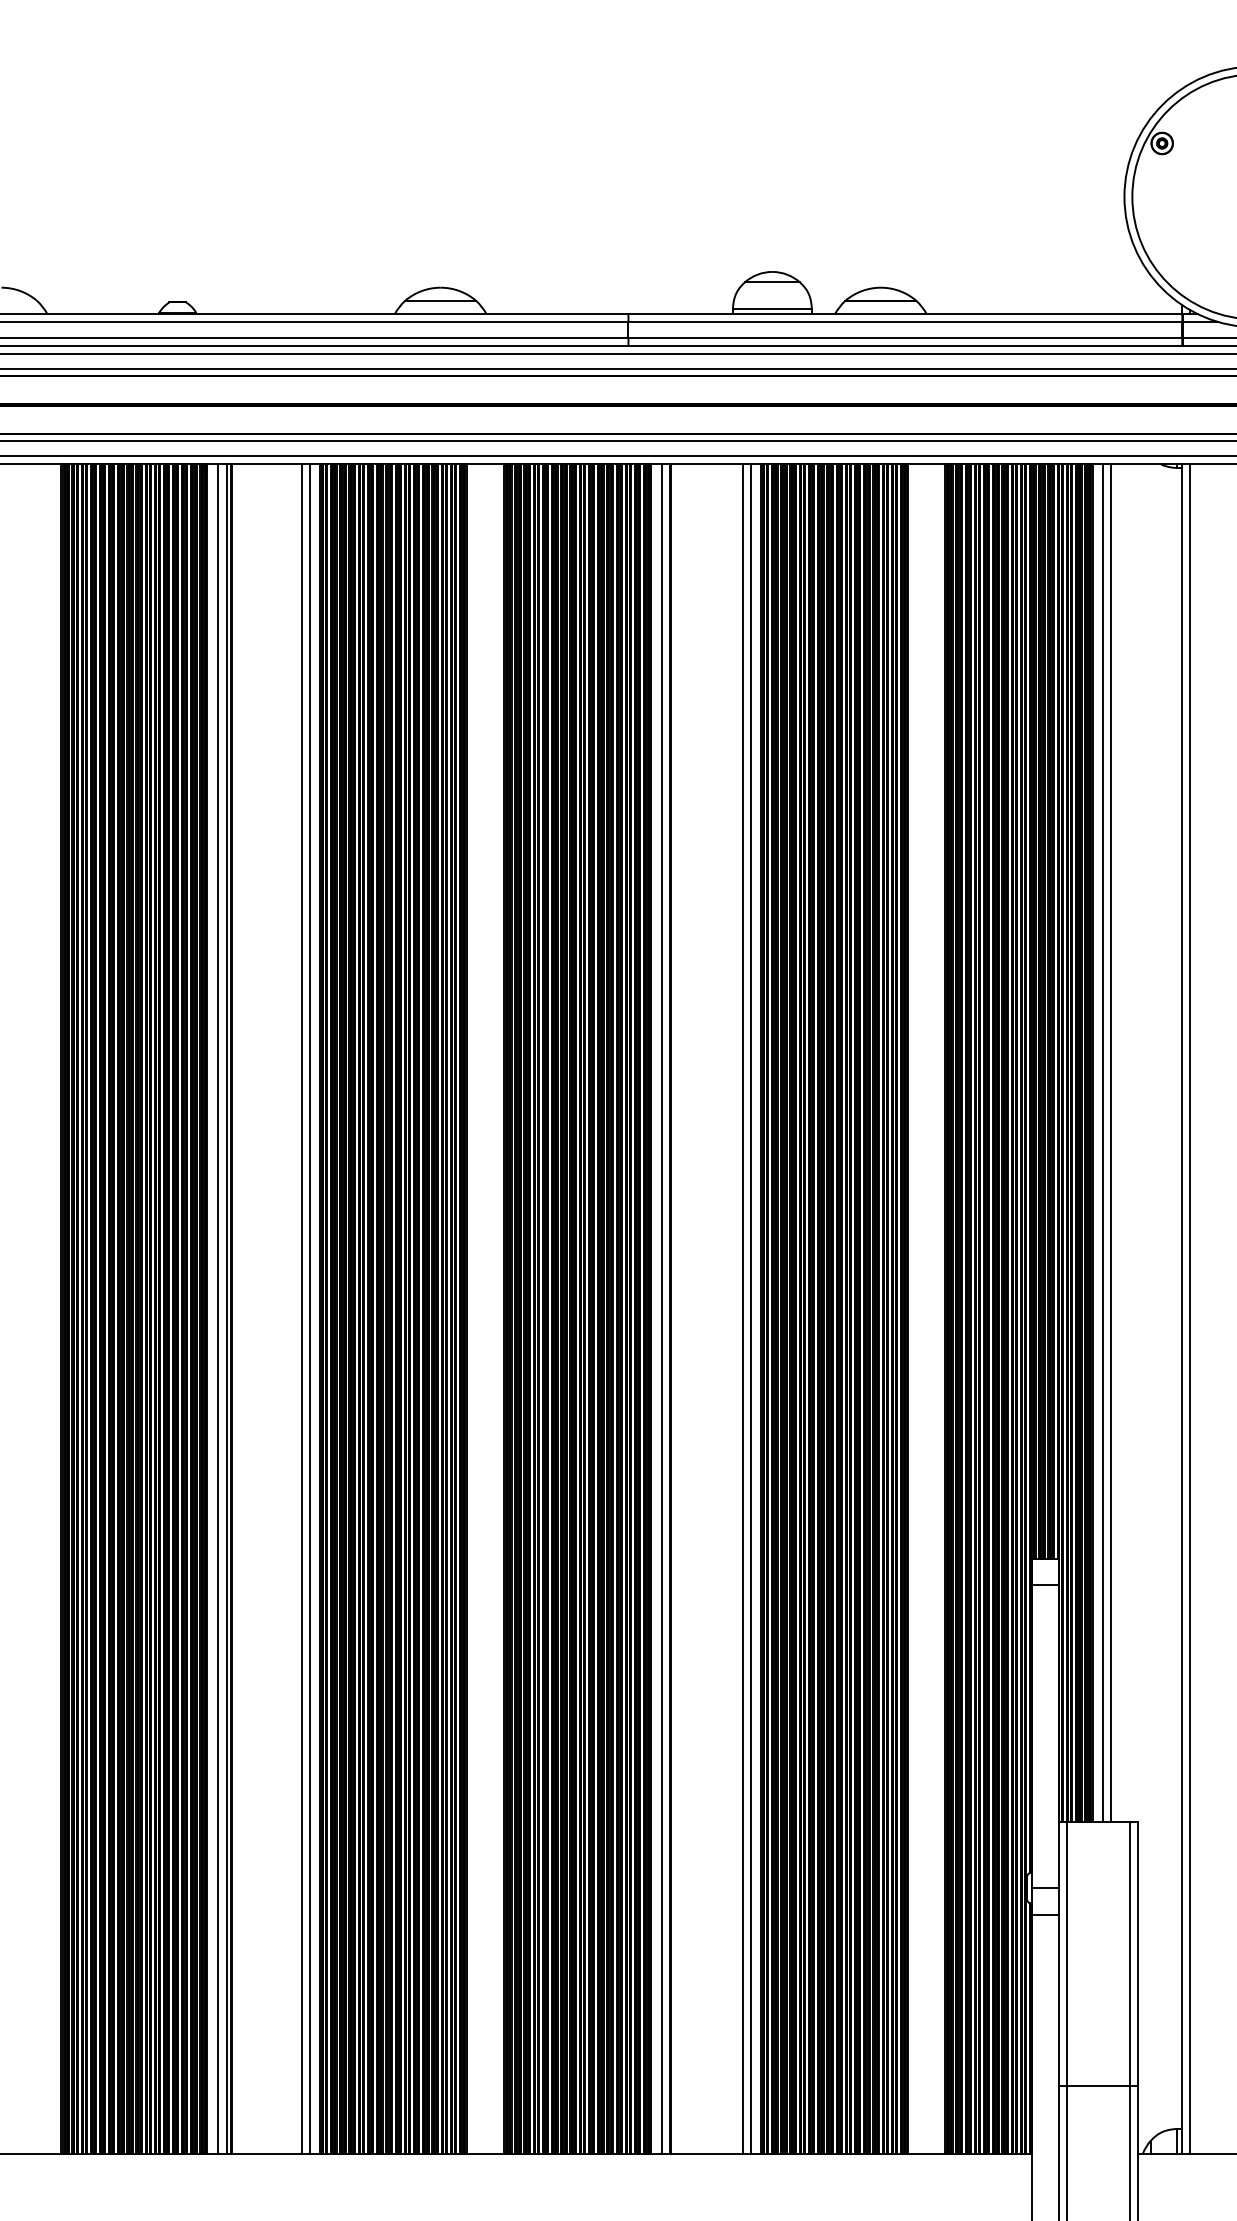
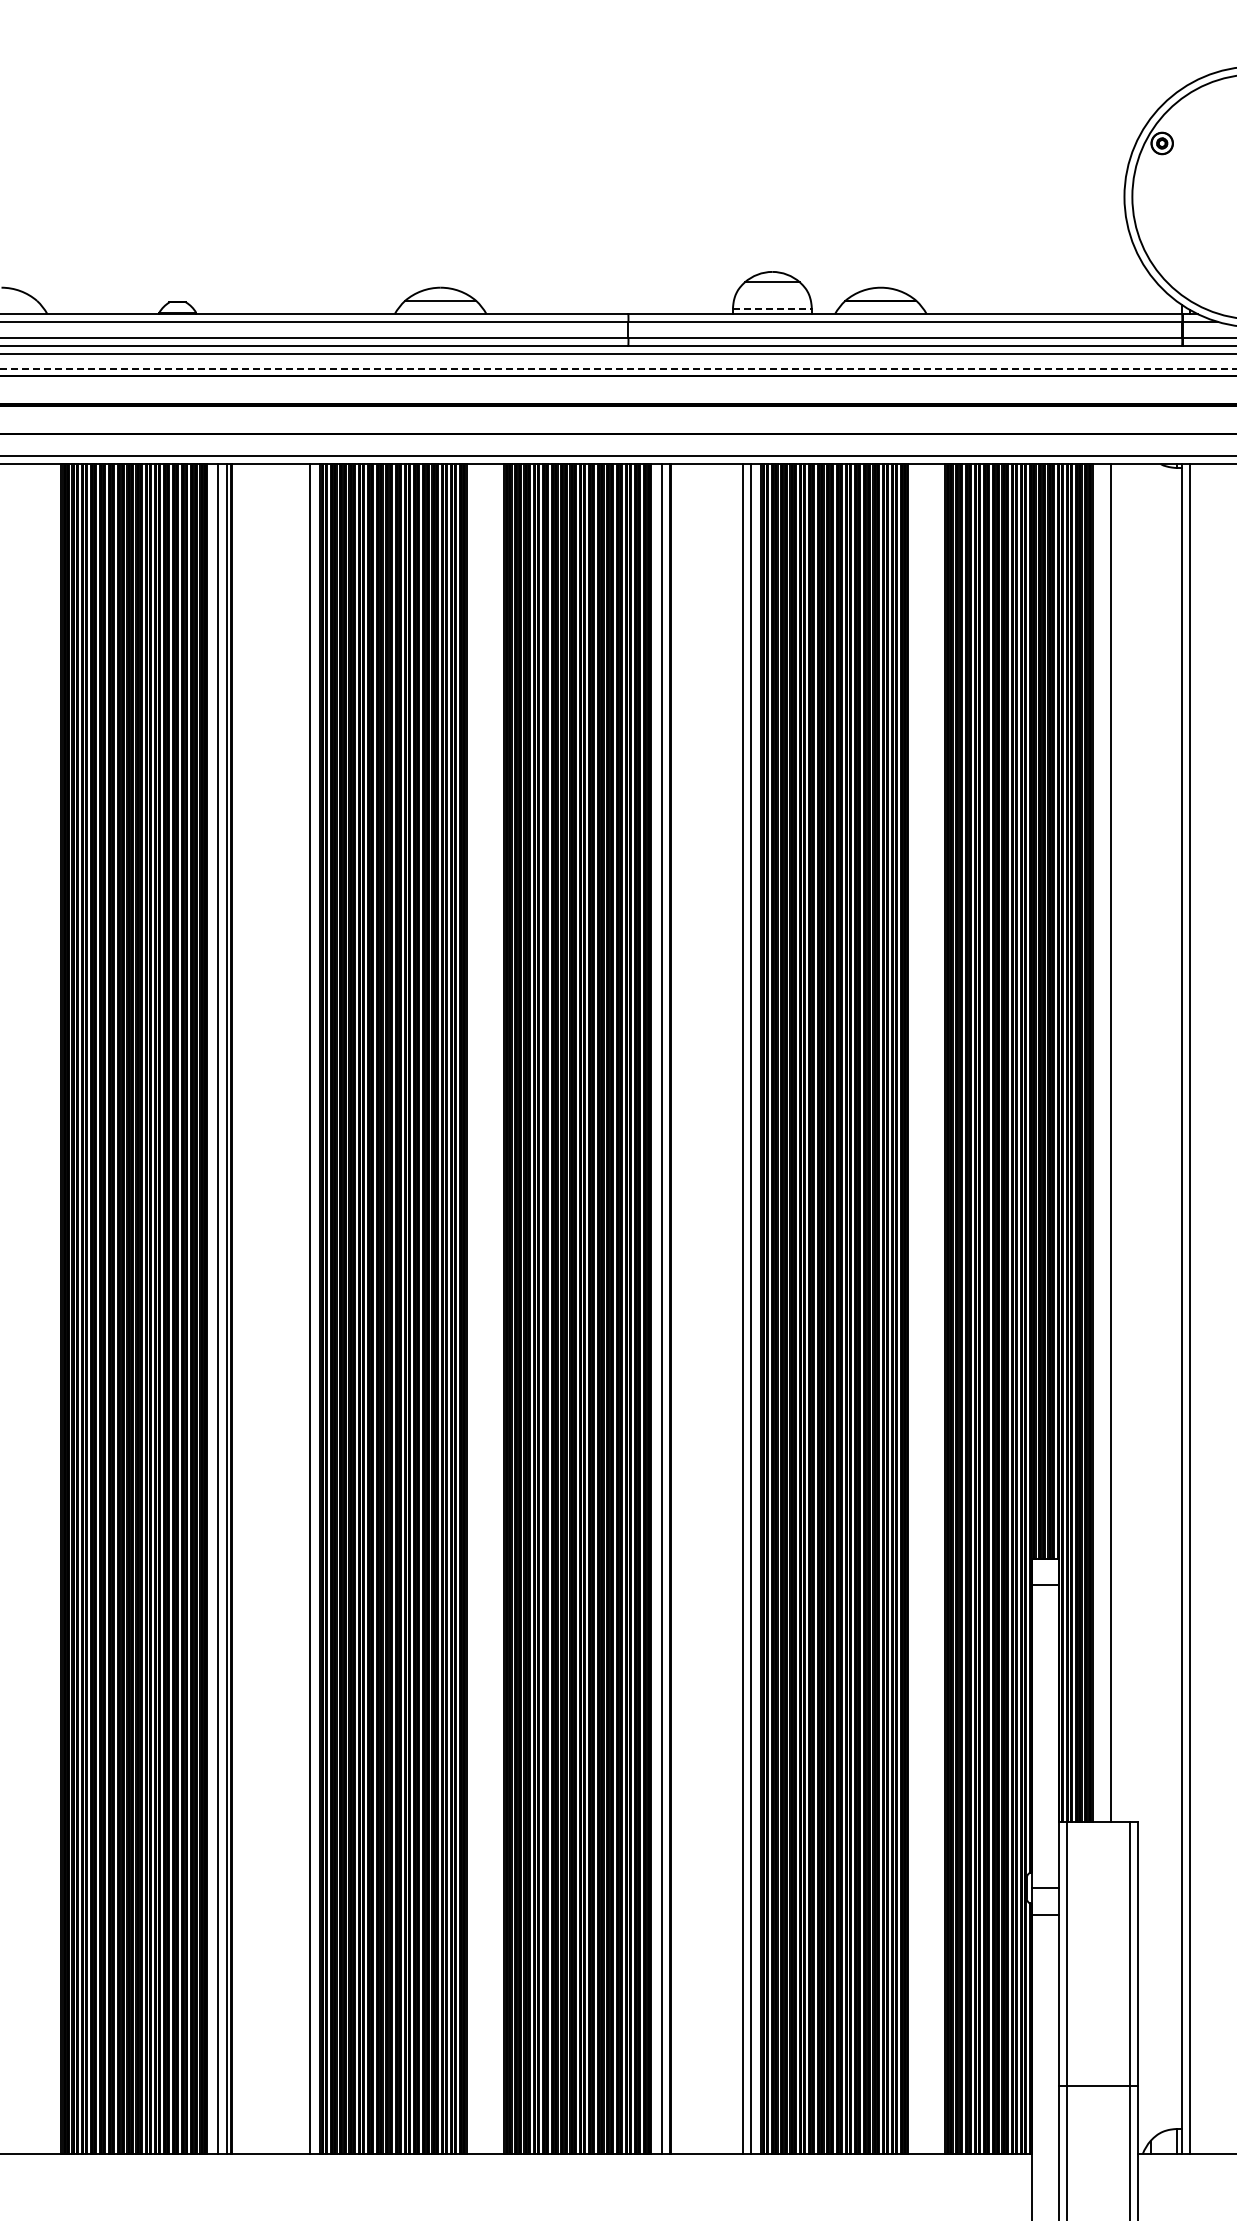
line at (772, 308): solid -> dashed
line at (618, 369): solid -> dashed
line at (617, 440): present -> none
line at (1102, 1143): present -> none
line at (302, 1309): present -> none
